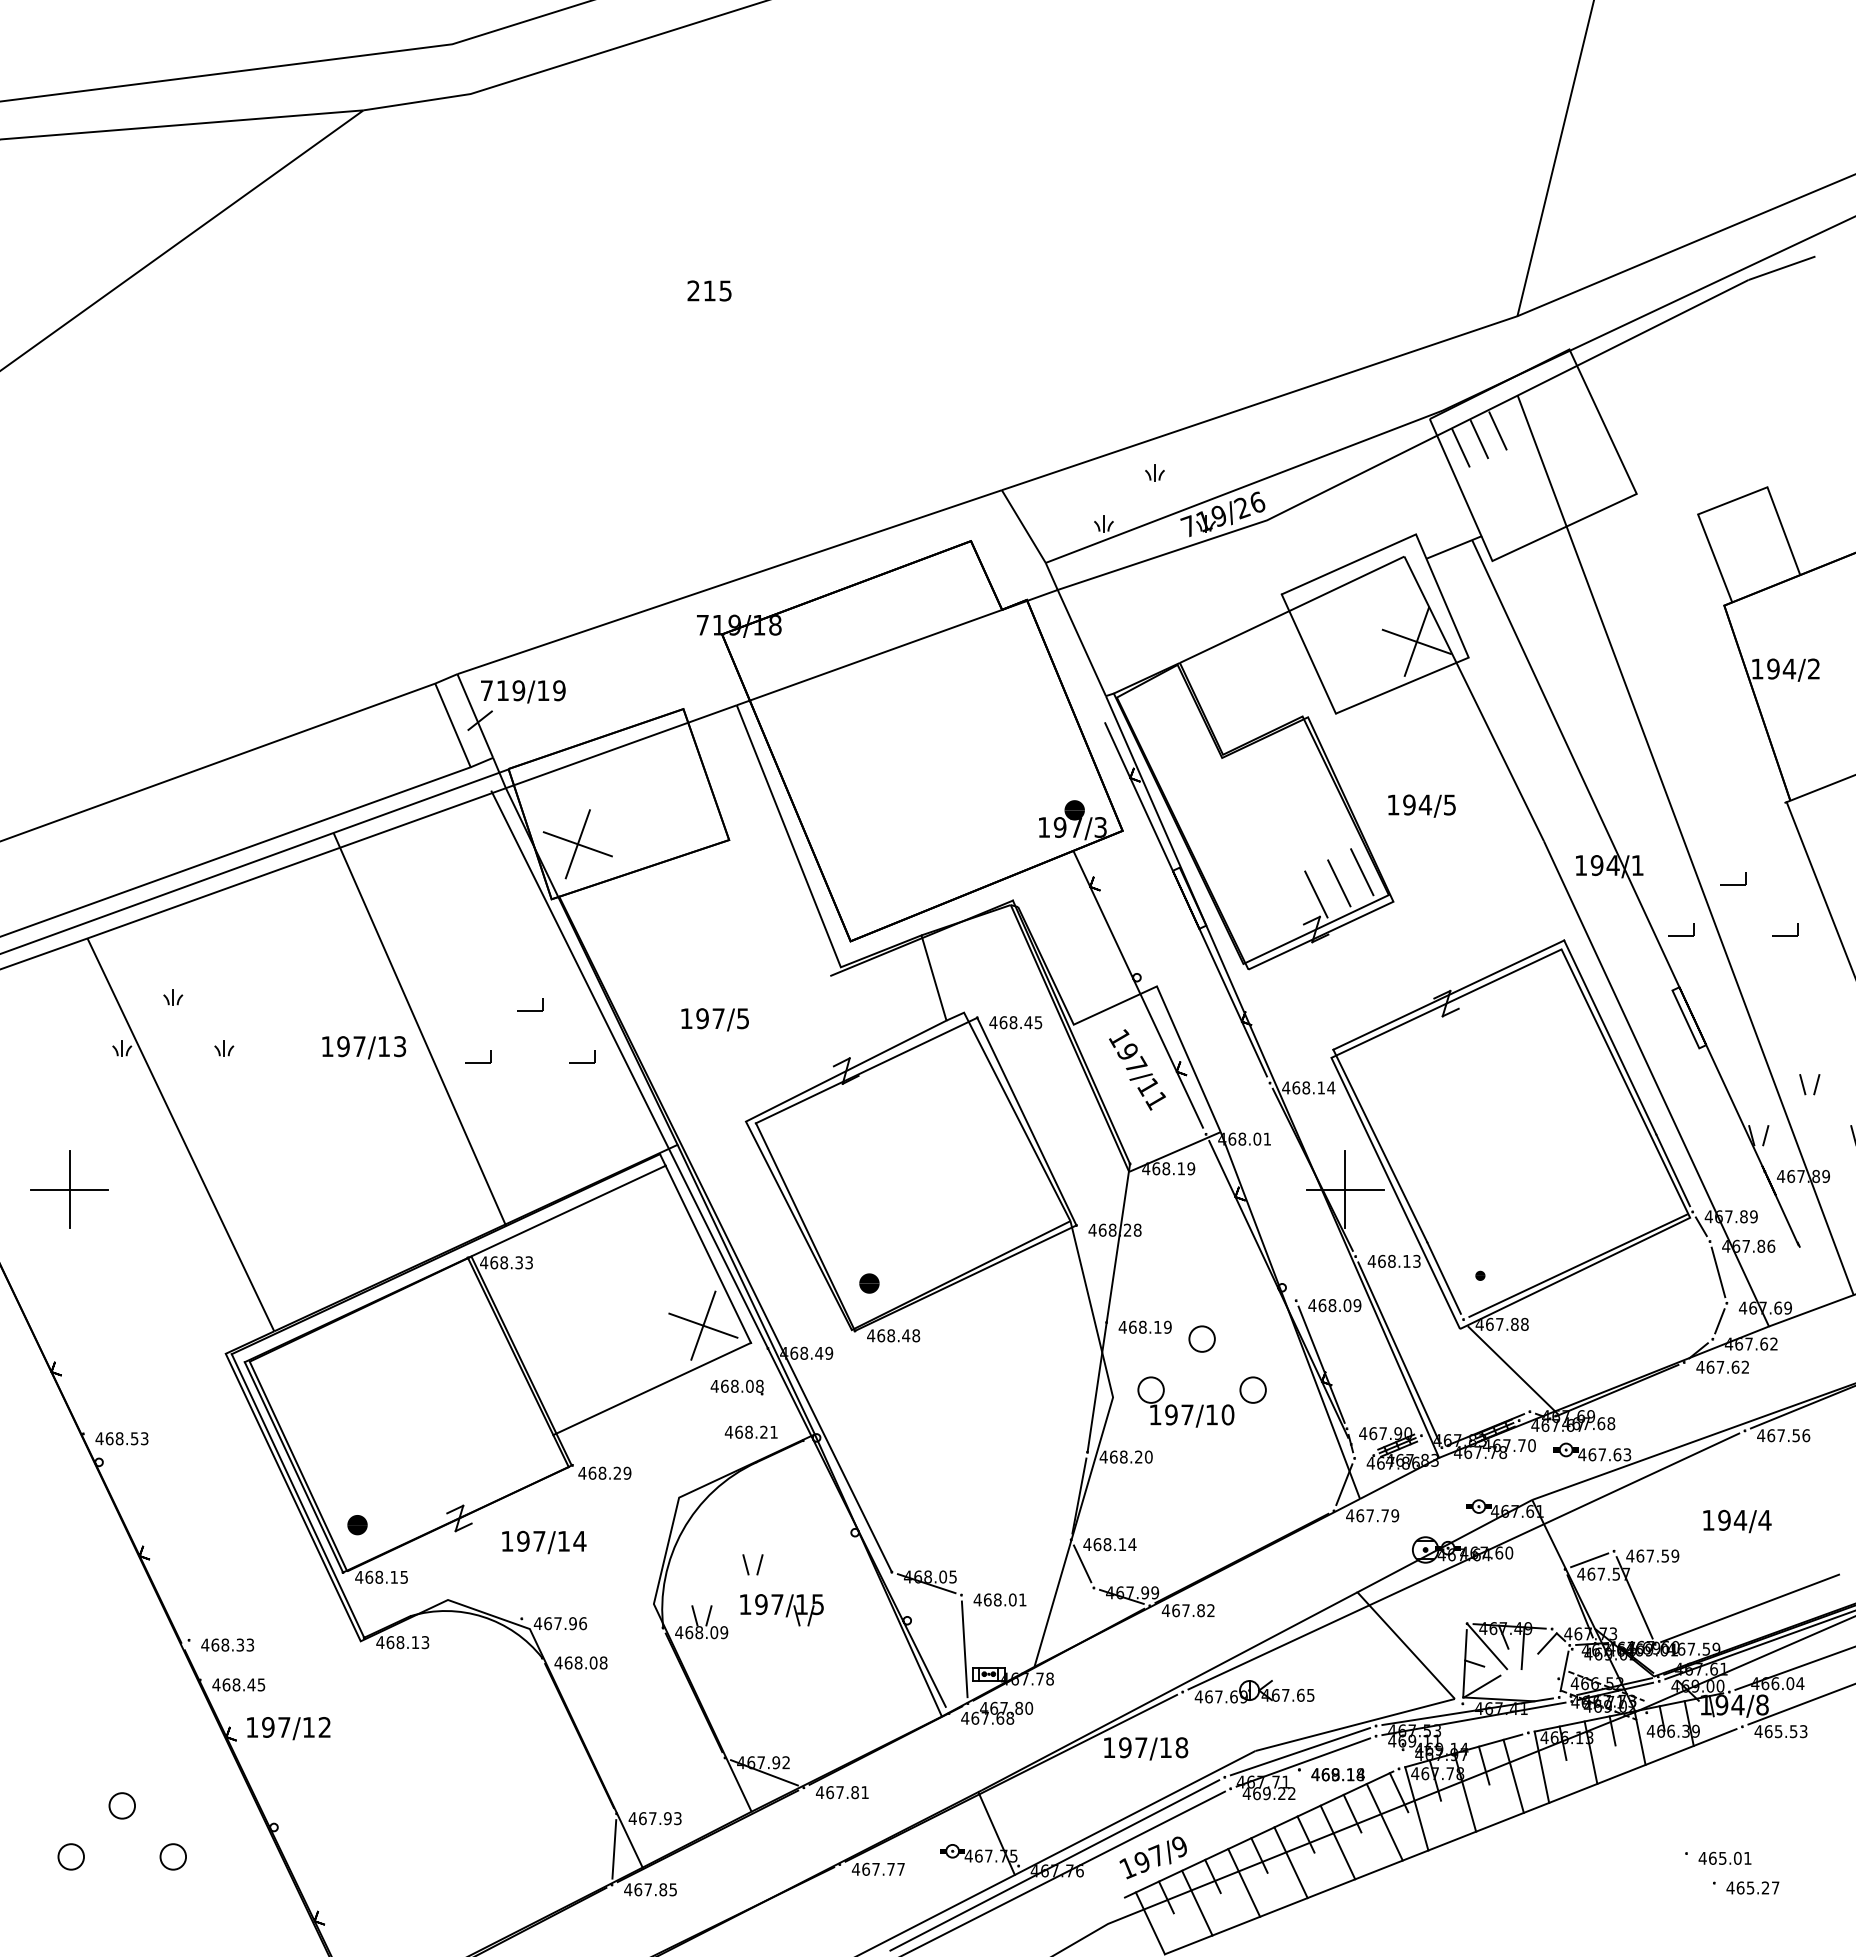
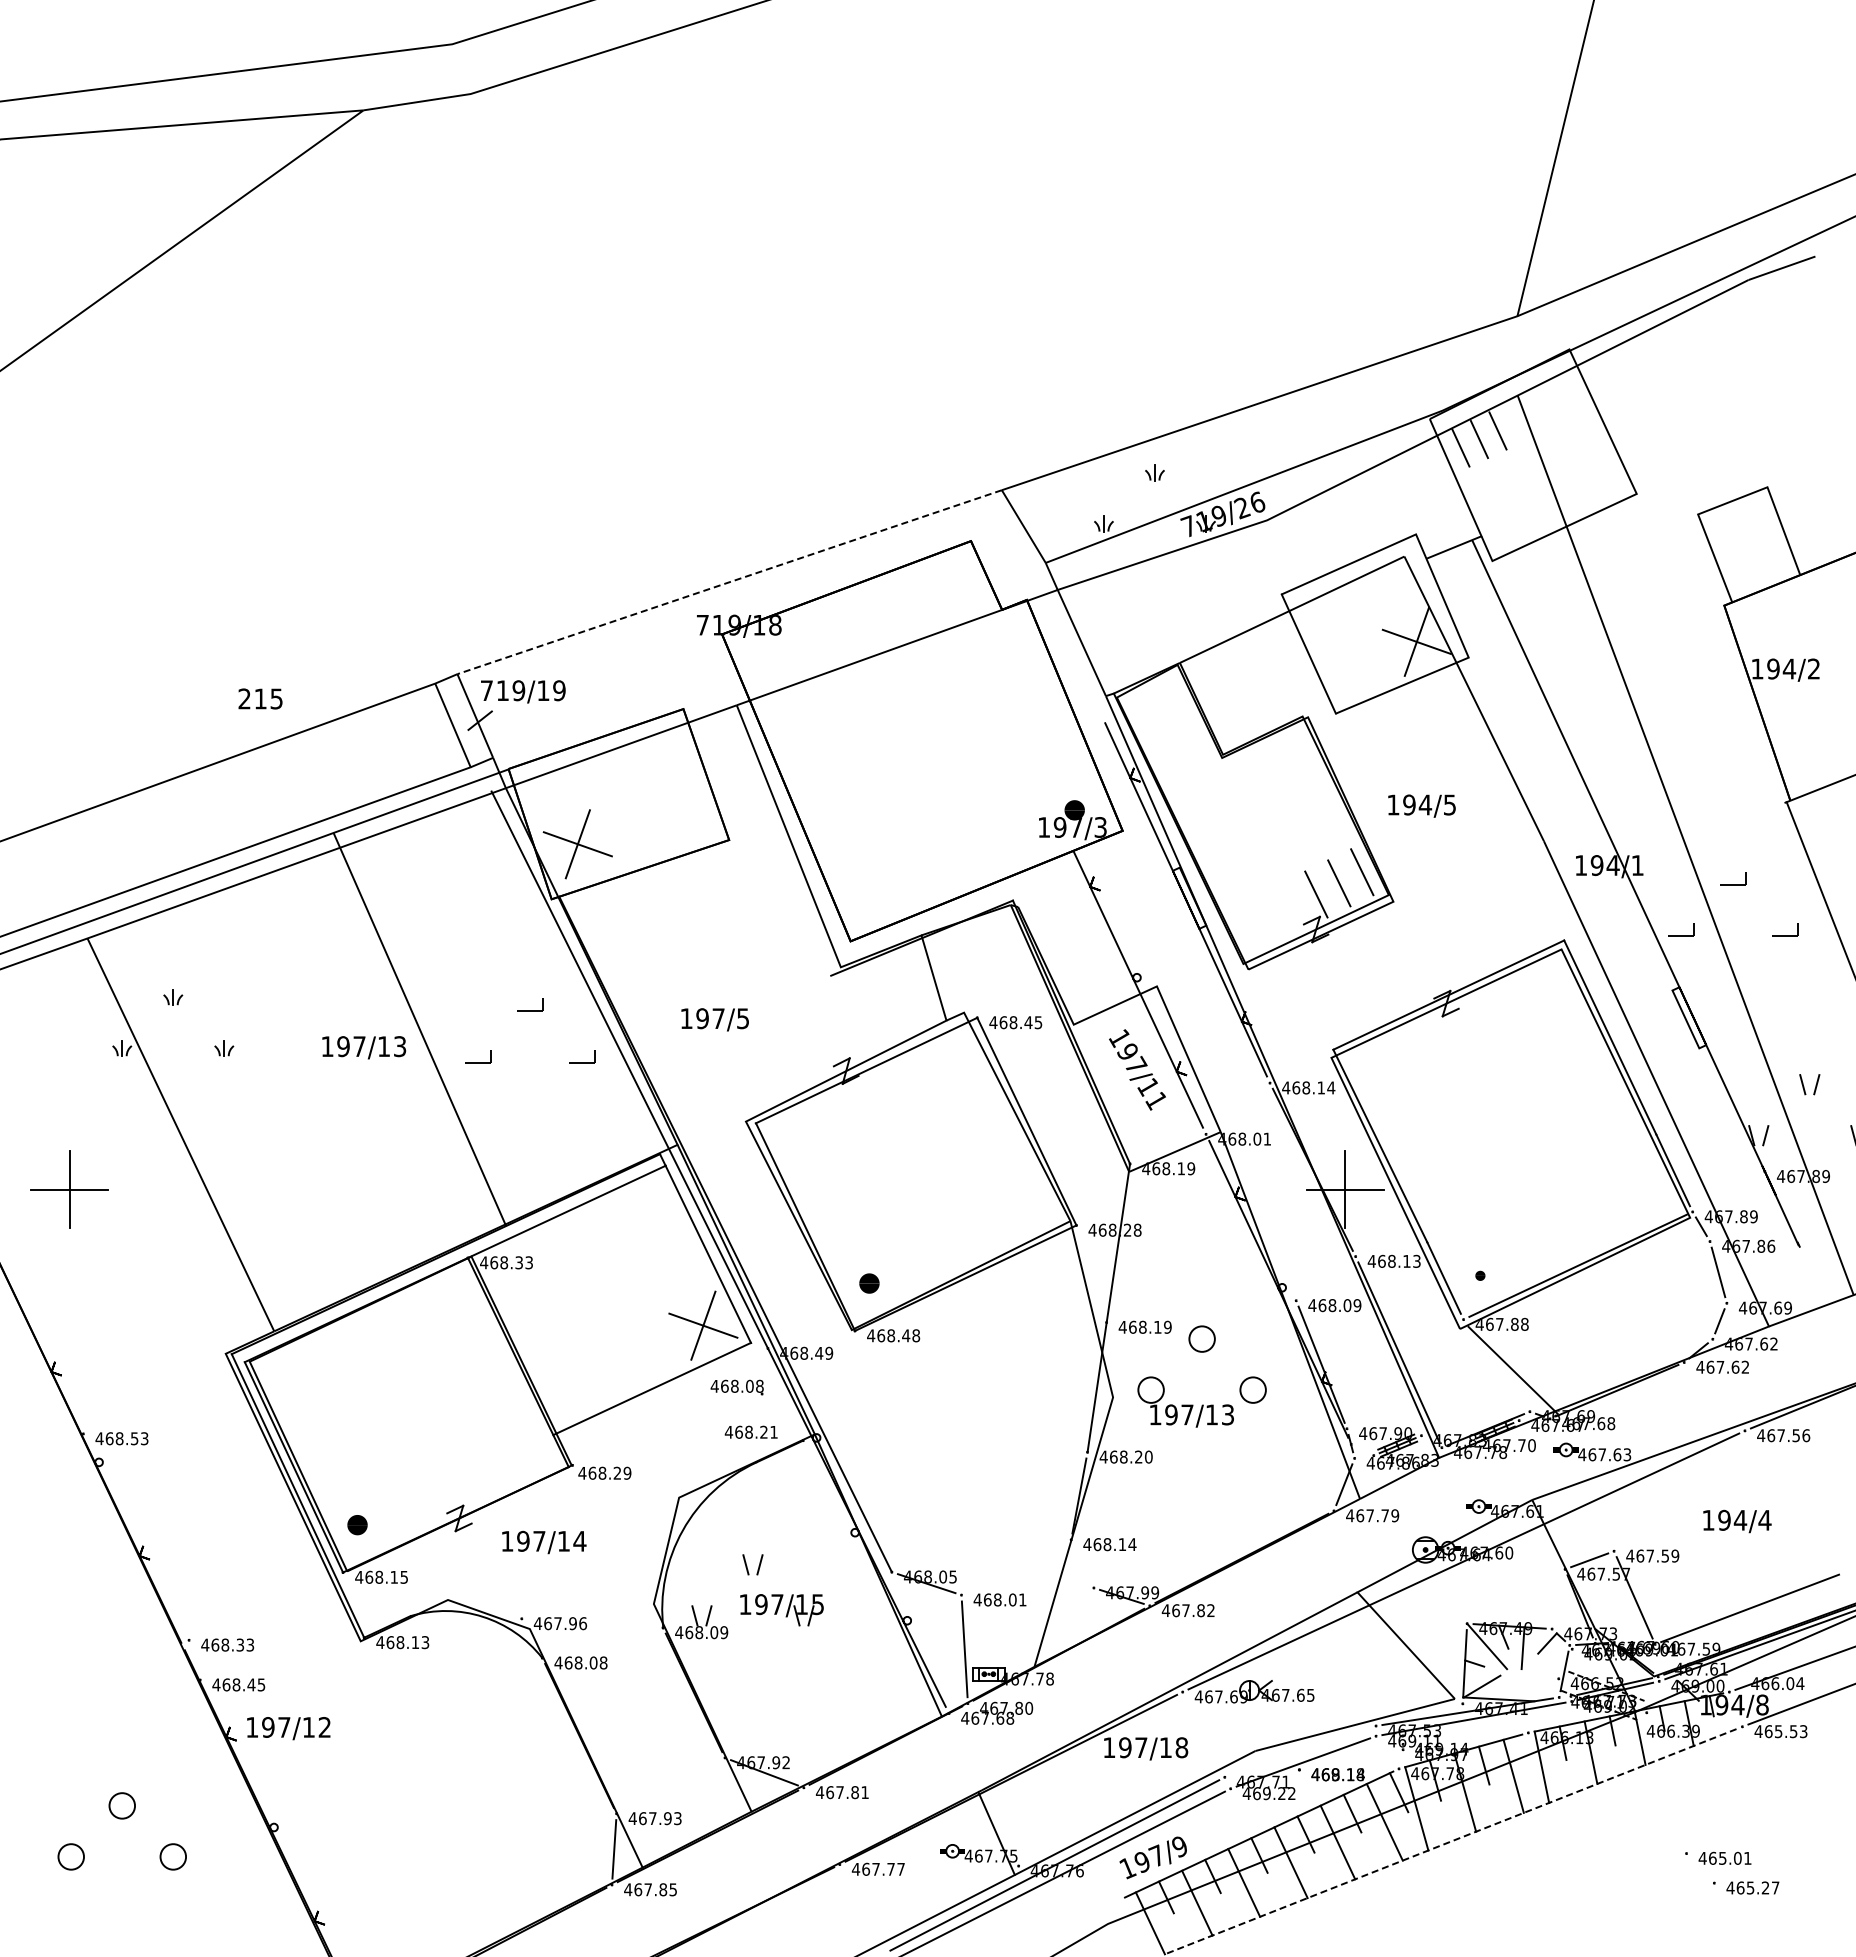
text at (709, 290) position: (709, 290) -> (260, 698)
line at (729, 582): solid -> dashed
text at (1227, 1414): 197/10 -> 197/13
line at (1082, 1563): present -> none
line at (1300, 1751): present -> none
line at (1450, 1841): solid -> dashed
